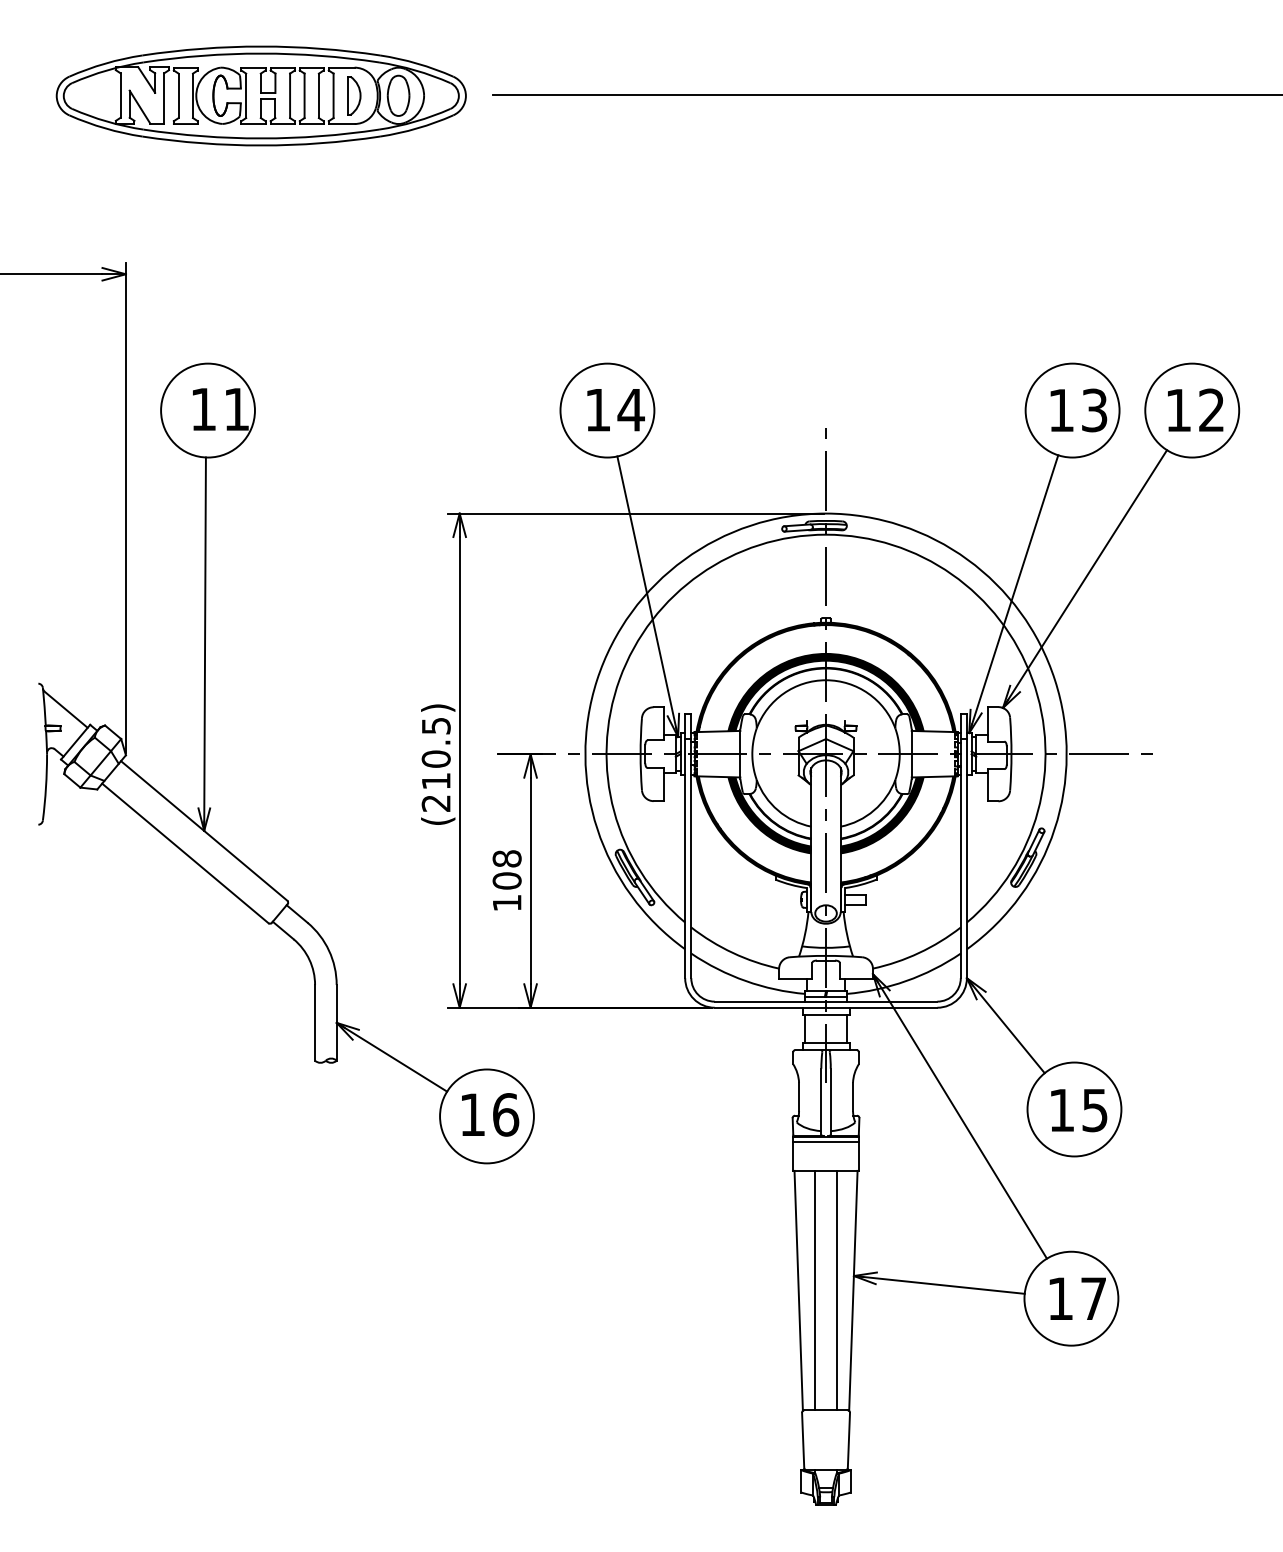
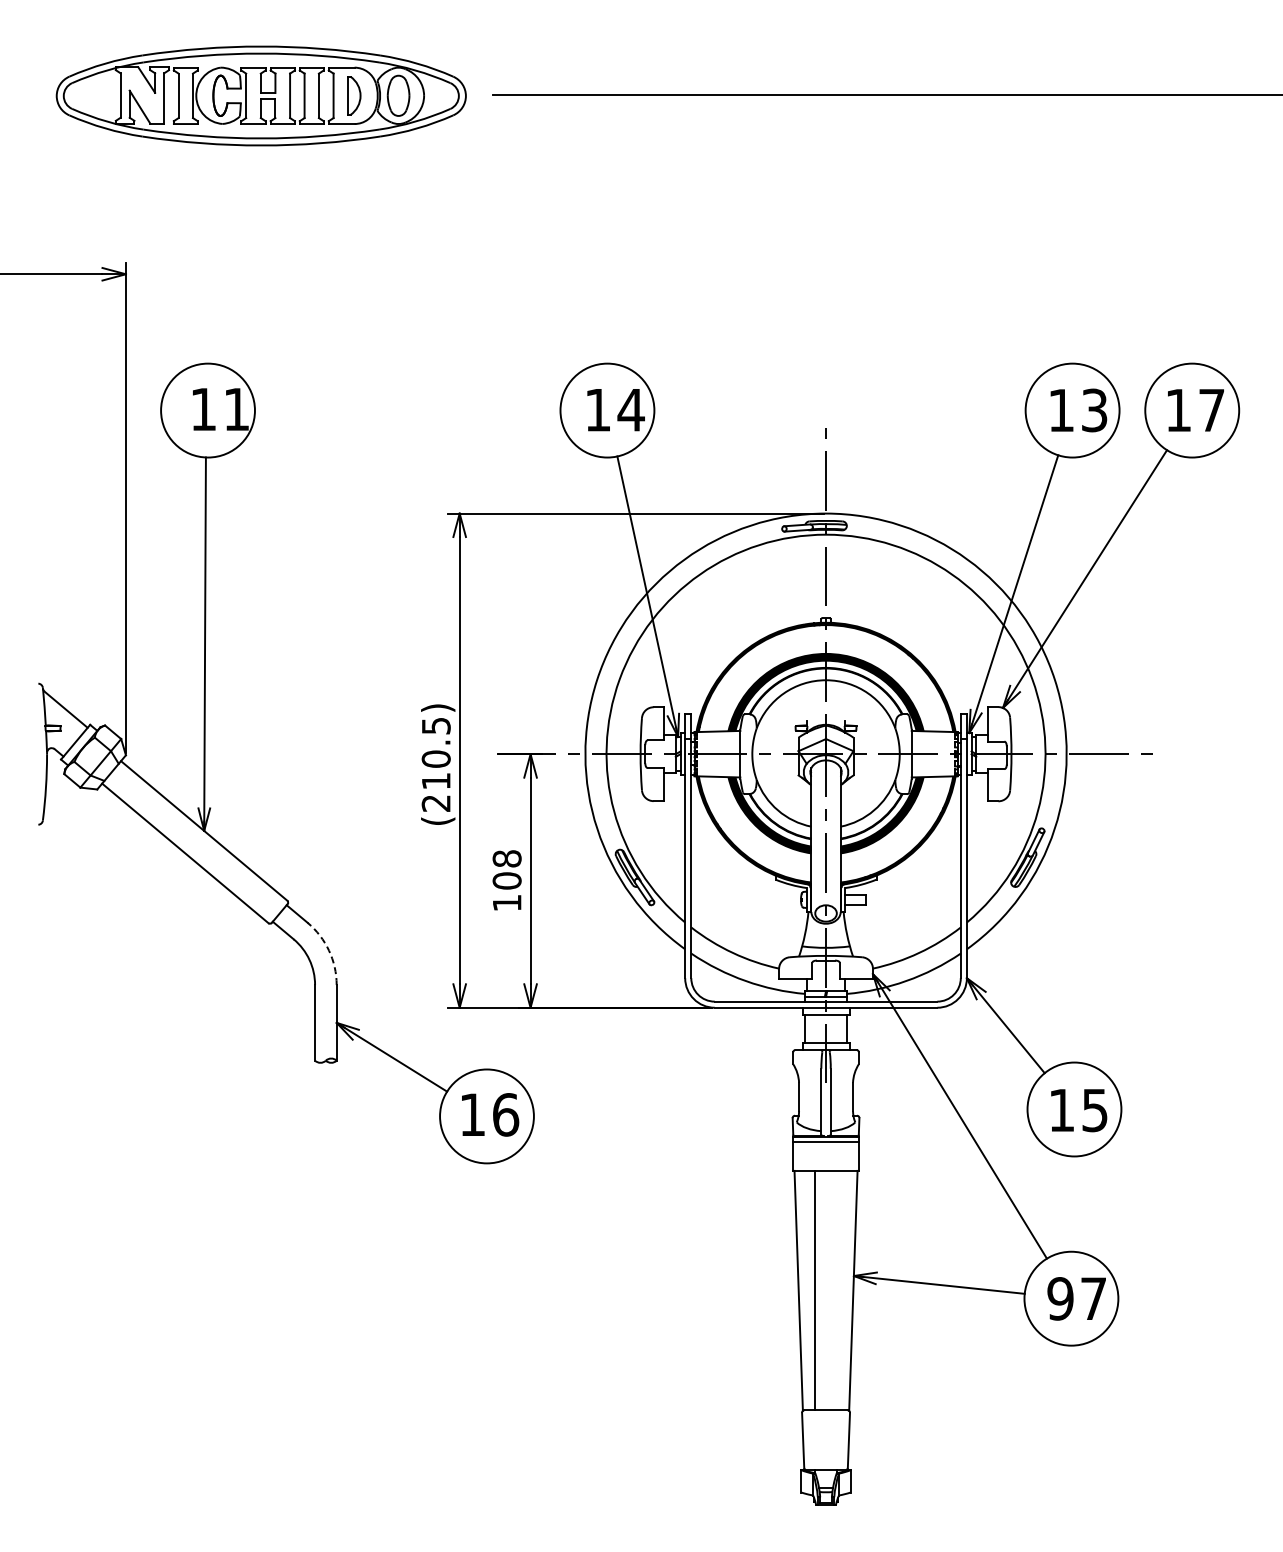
text at (1211, 409): 12 -> 17
arc at (329, 950): solid -> dashed
line at (836, 1290): present -> none
text at (1060, 1298): 17 -> 97
